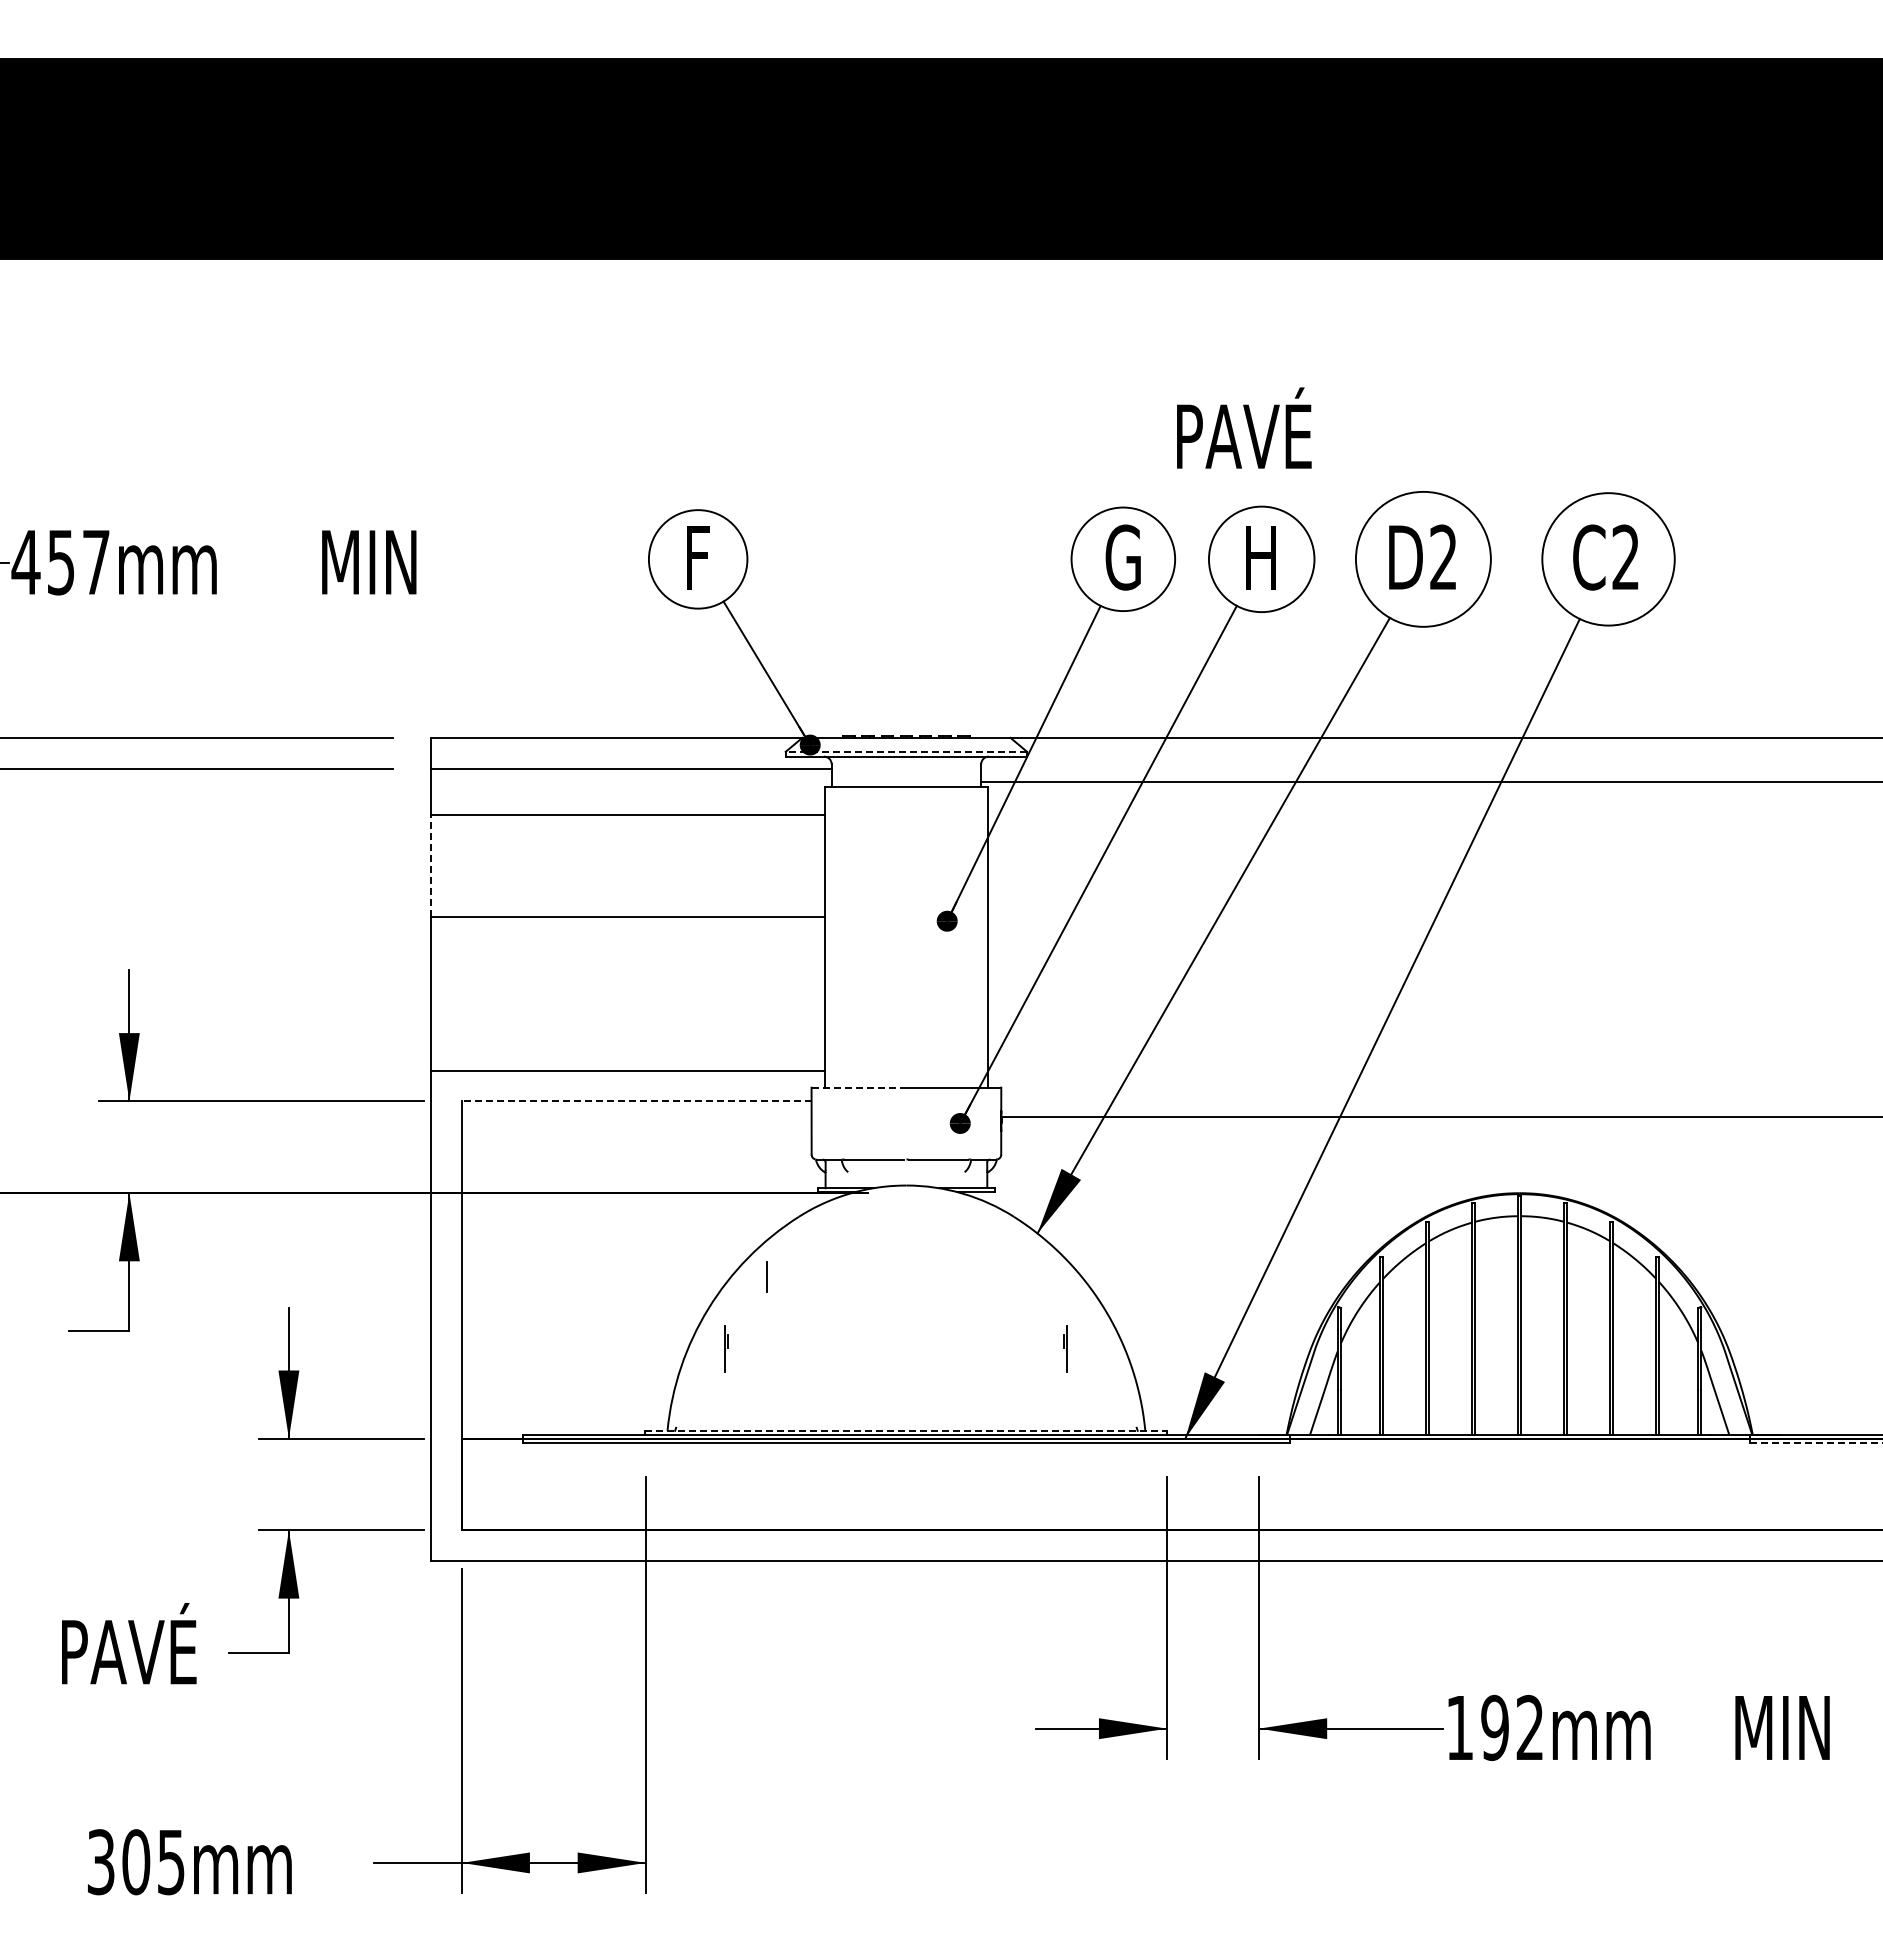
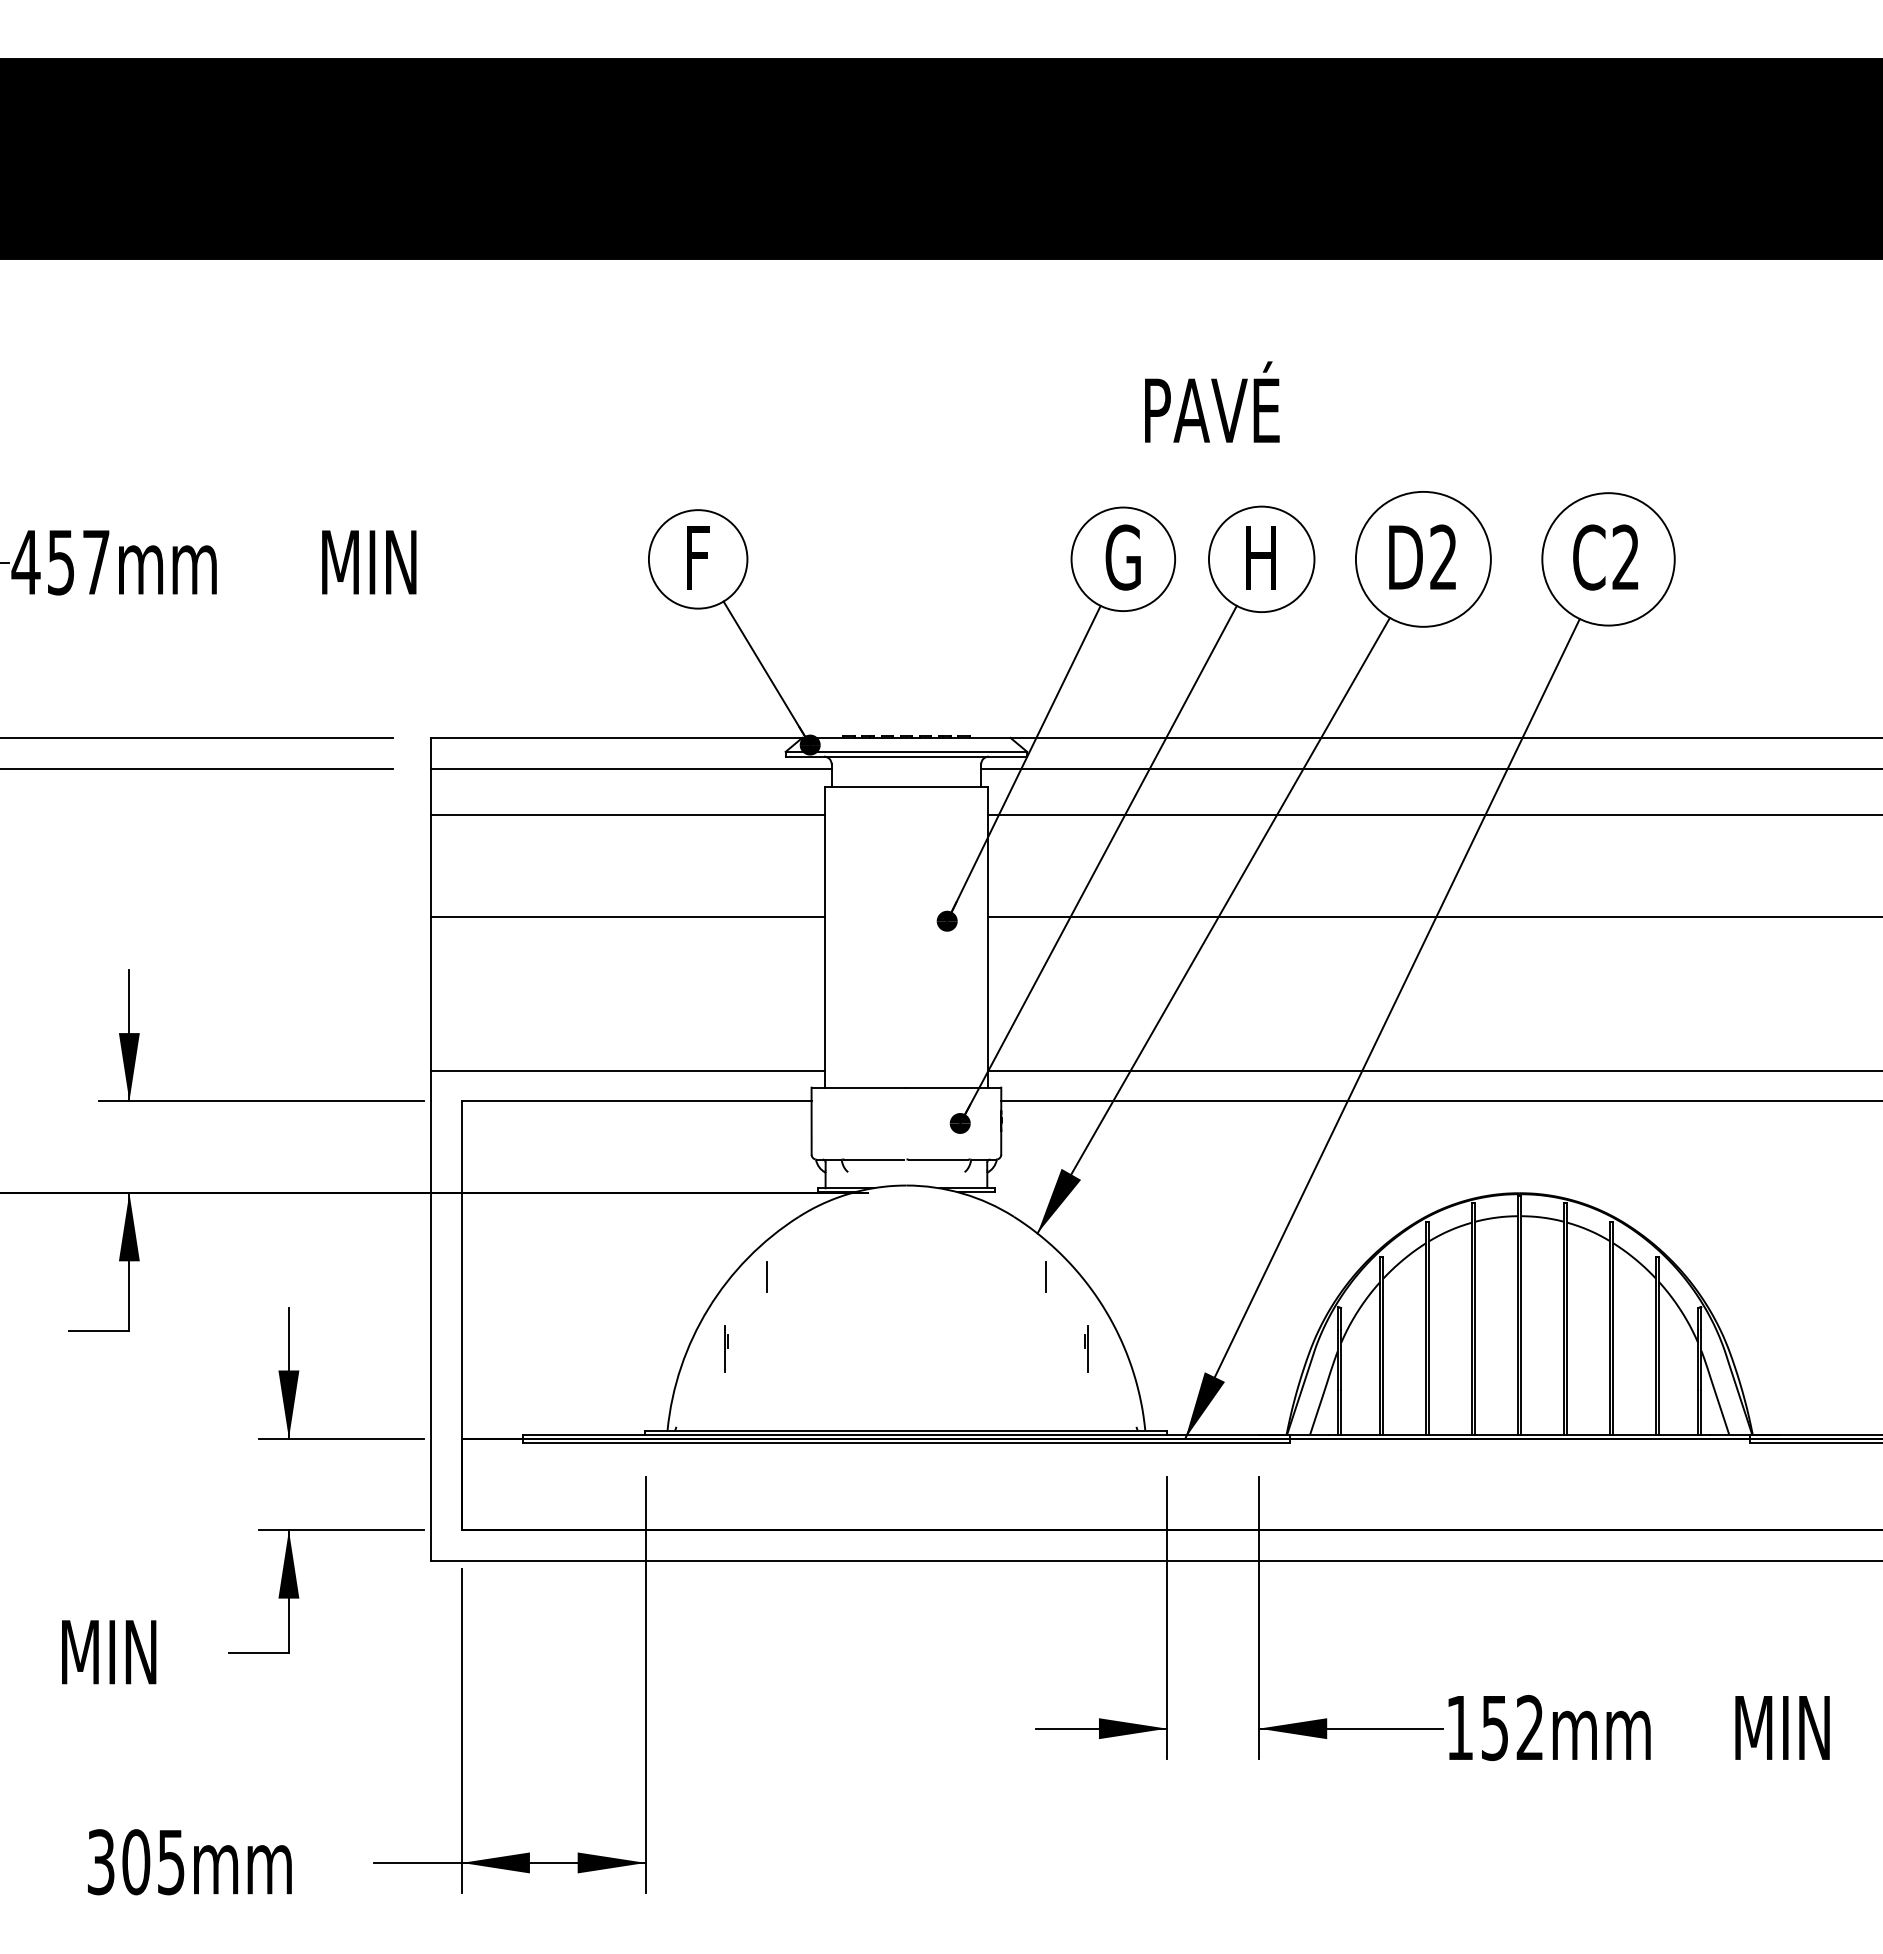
text at (1244, 427) position: (1244, 427) -> (1212, 401)
line at (906, 751): dashed -> solid
line at (1430, 781) position: (1430, 781) -> (1430, 768)
line at (1433, 814): none -> present
line at (431, 865): dashed -> solid
line at (1433, 917): none -> present
line at (1433, 1070): none -> present
line at (859, 1087): dashed -> solid
line at (636, 1101): dashed -> solid
line at (1440, 1117) position: (1440, 1117) -> (1440, 1101)
line at (1045, 1276): none -> present
part at (1065, 1348) position: (1065, 1348) -> (1086, 1348)
line at (906, 1430): dashed -> solid
line at (1816, 1443): dashed -> solid
text at (131, 1643): PAVÉ -> MIN
text at (1494, 1727): 192mm -> 152mm
